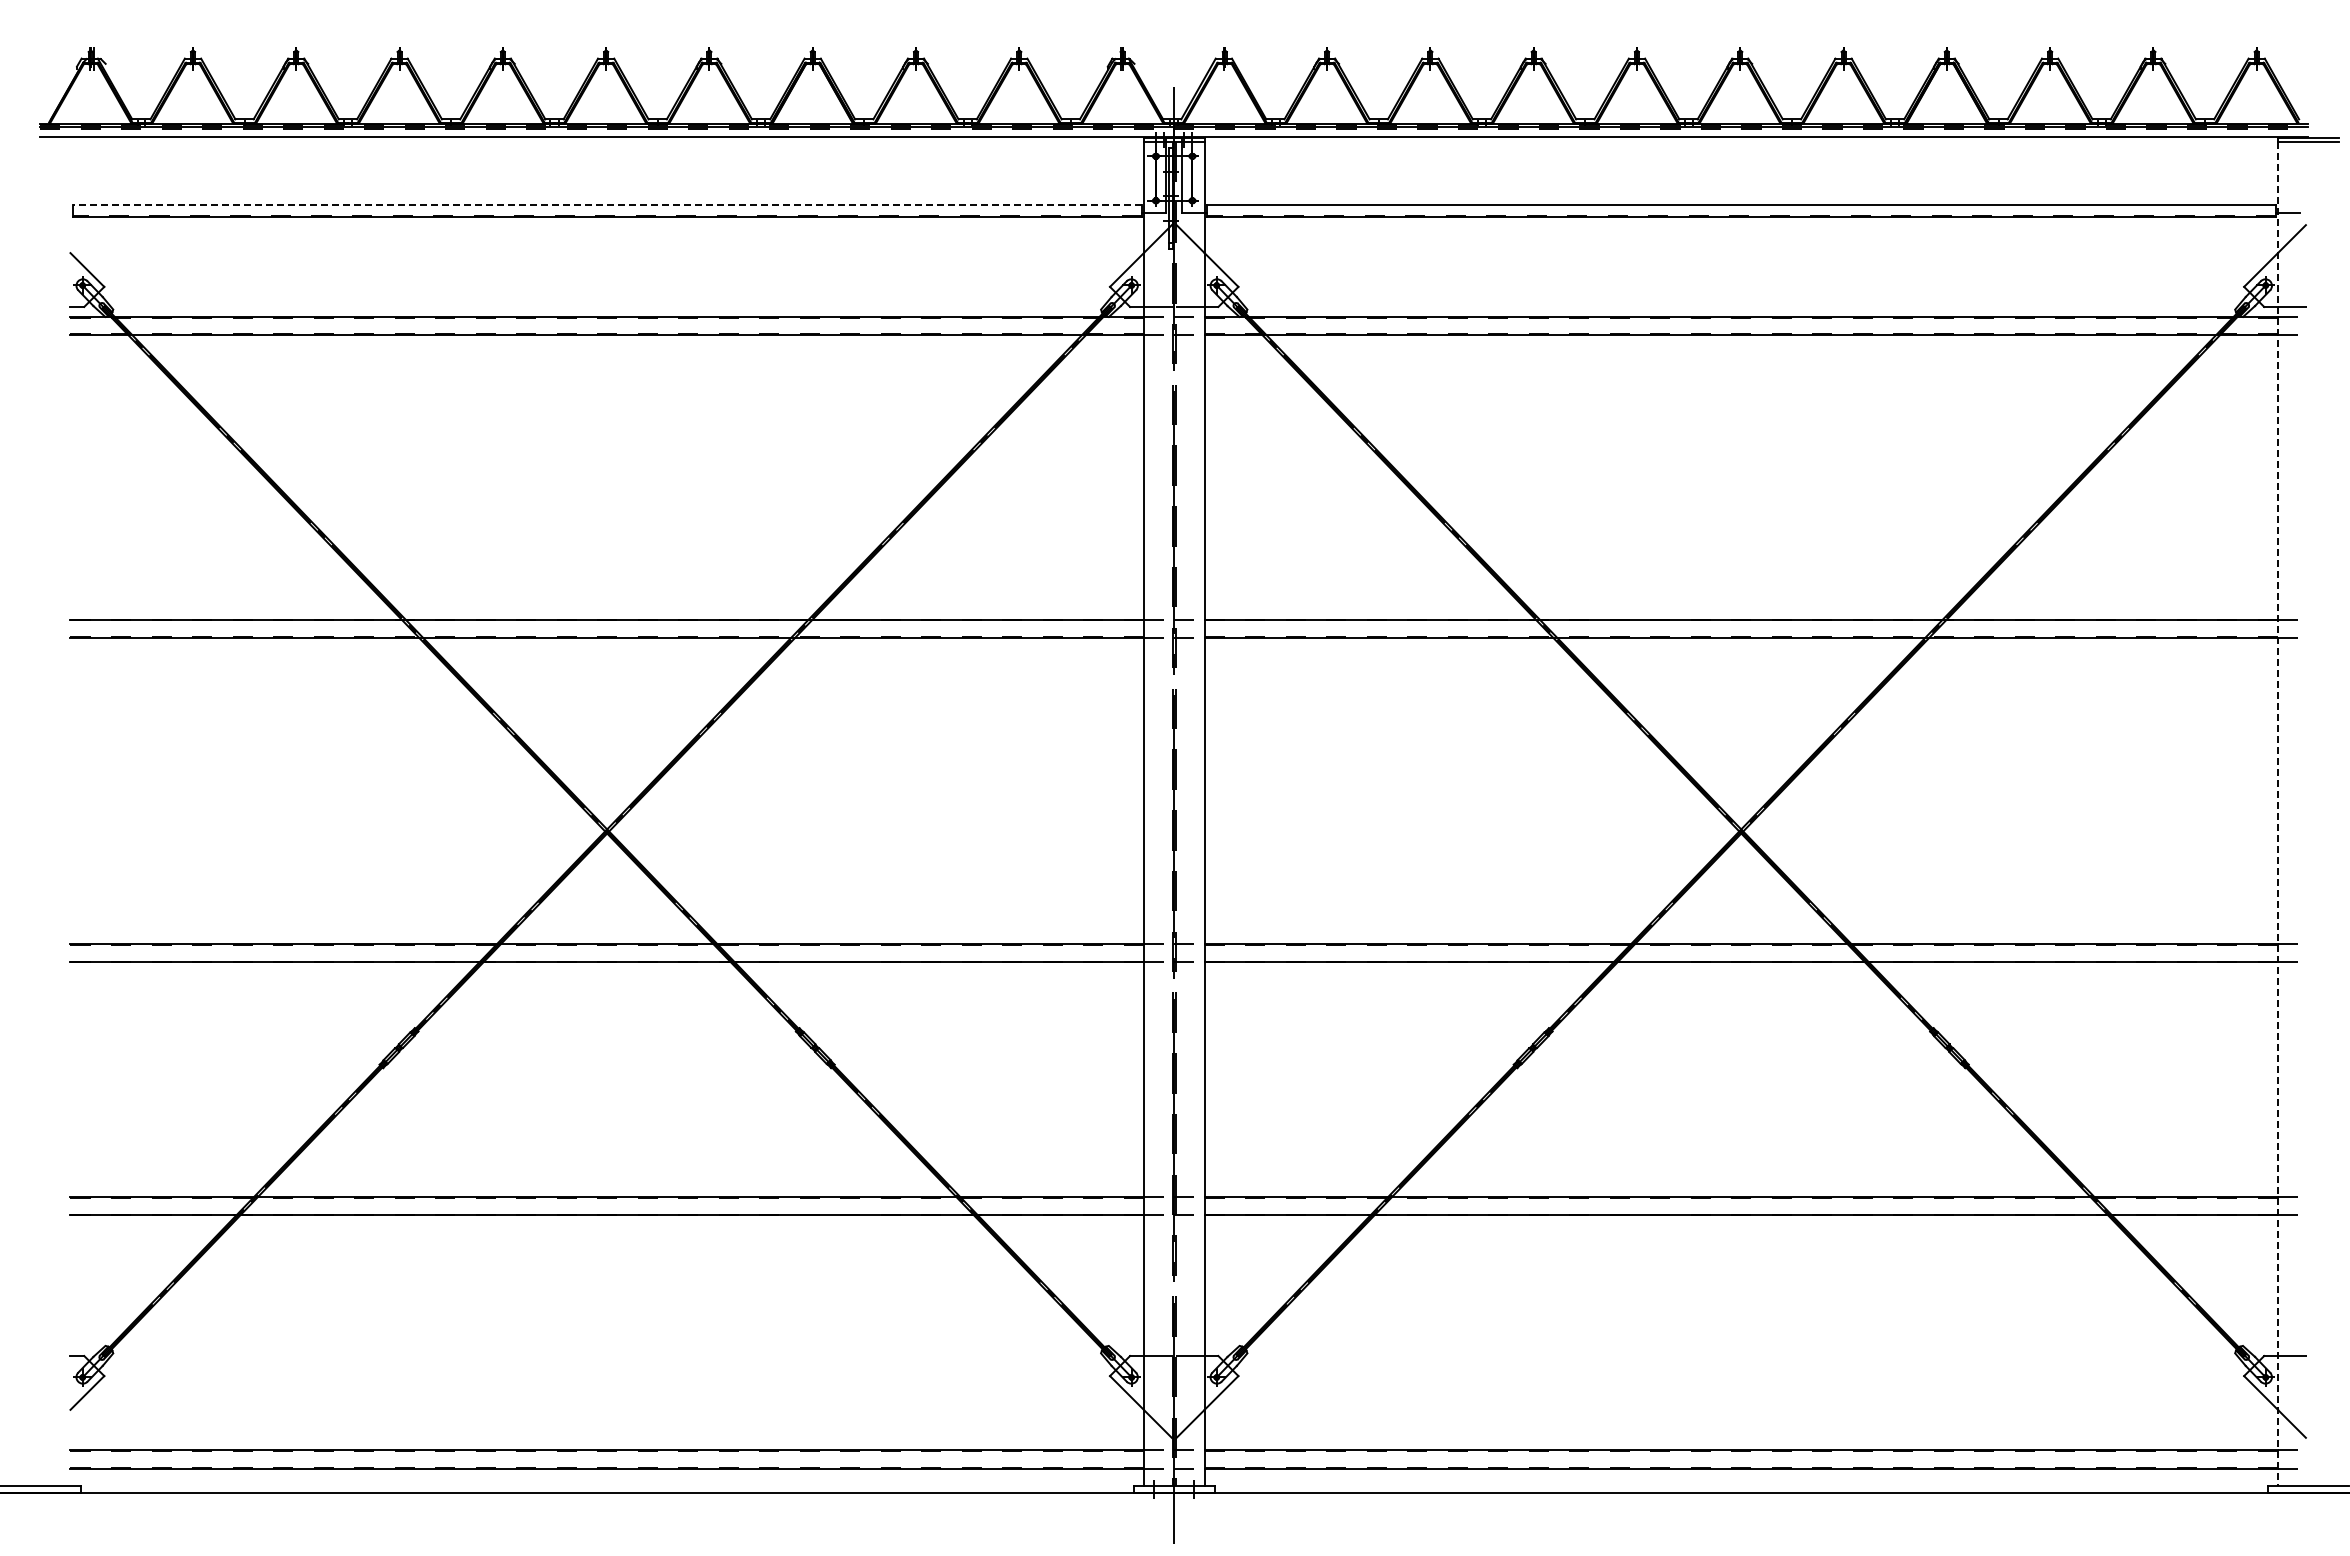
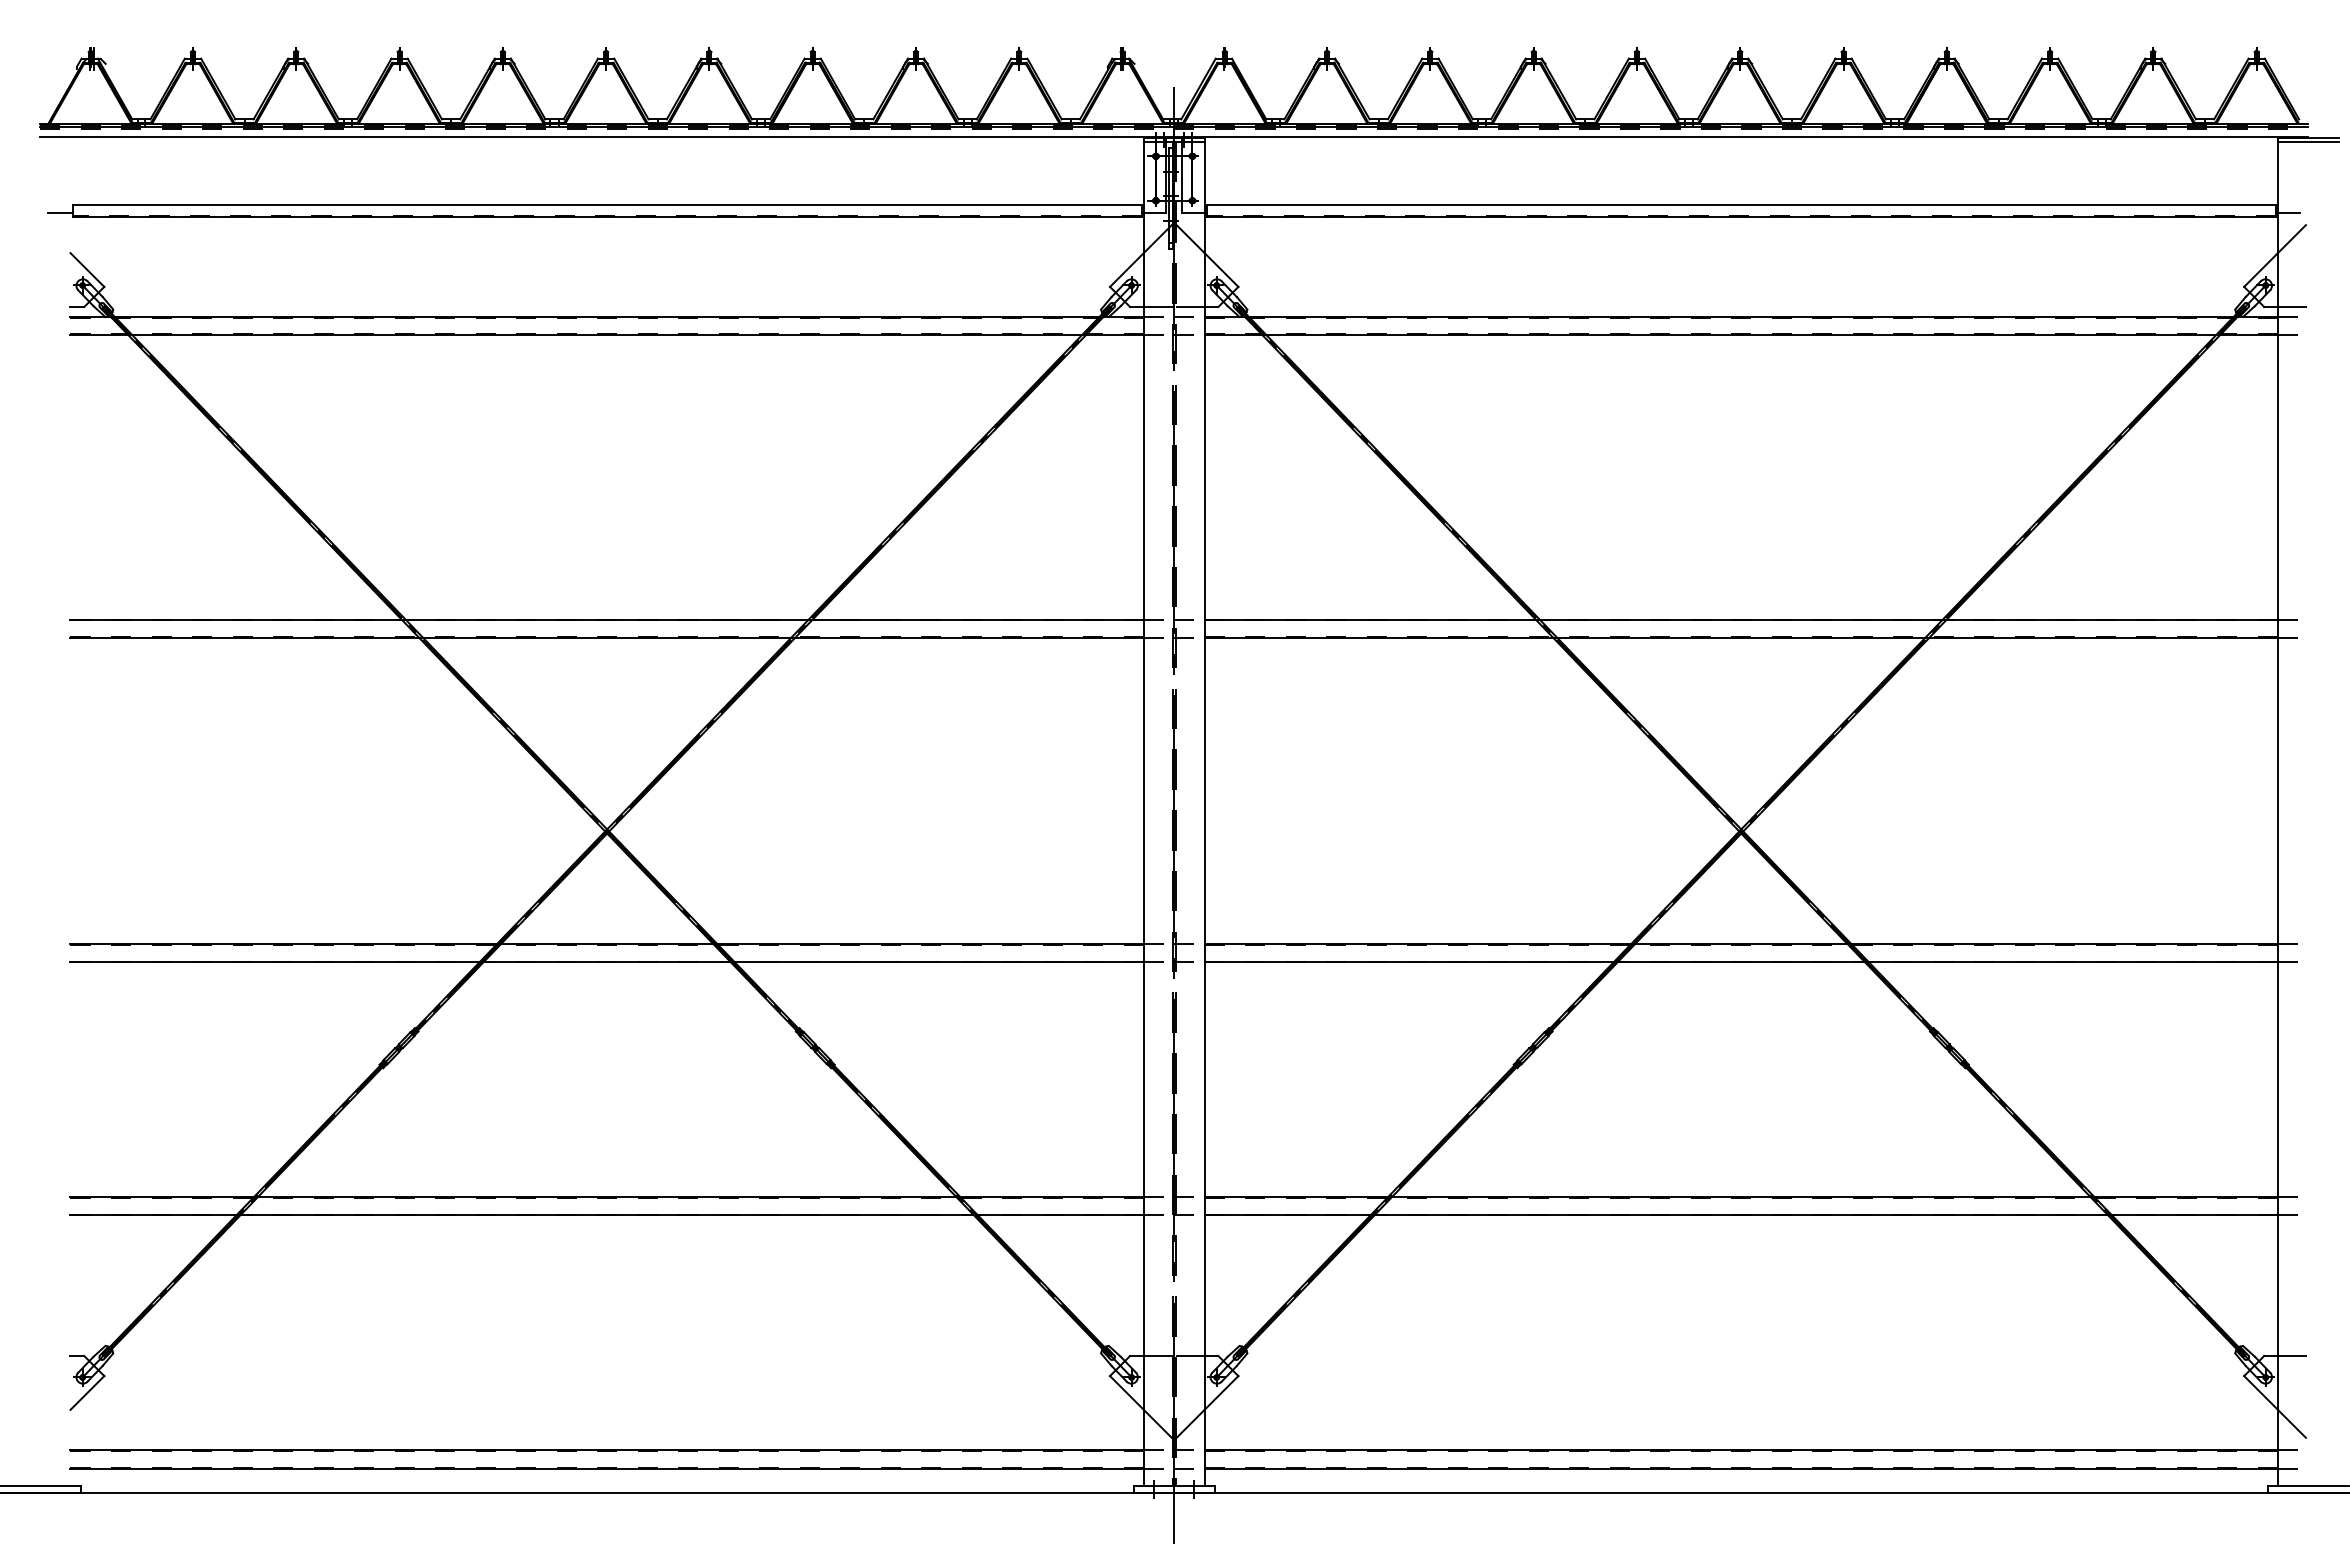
line at (607, 204): dashed -> solid
line at (60, 212): none -> present
line at (2277, 814): dashed -> solid
